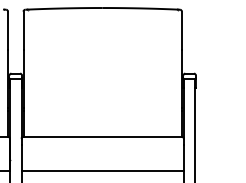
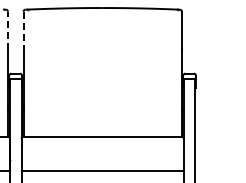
line at (8, 30): solid -> dashed
line at (23, 31): solid -> dashed
